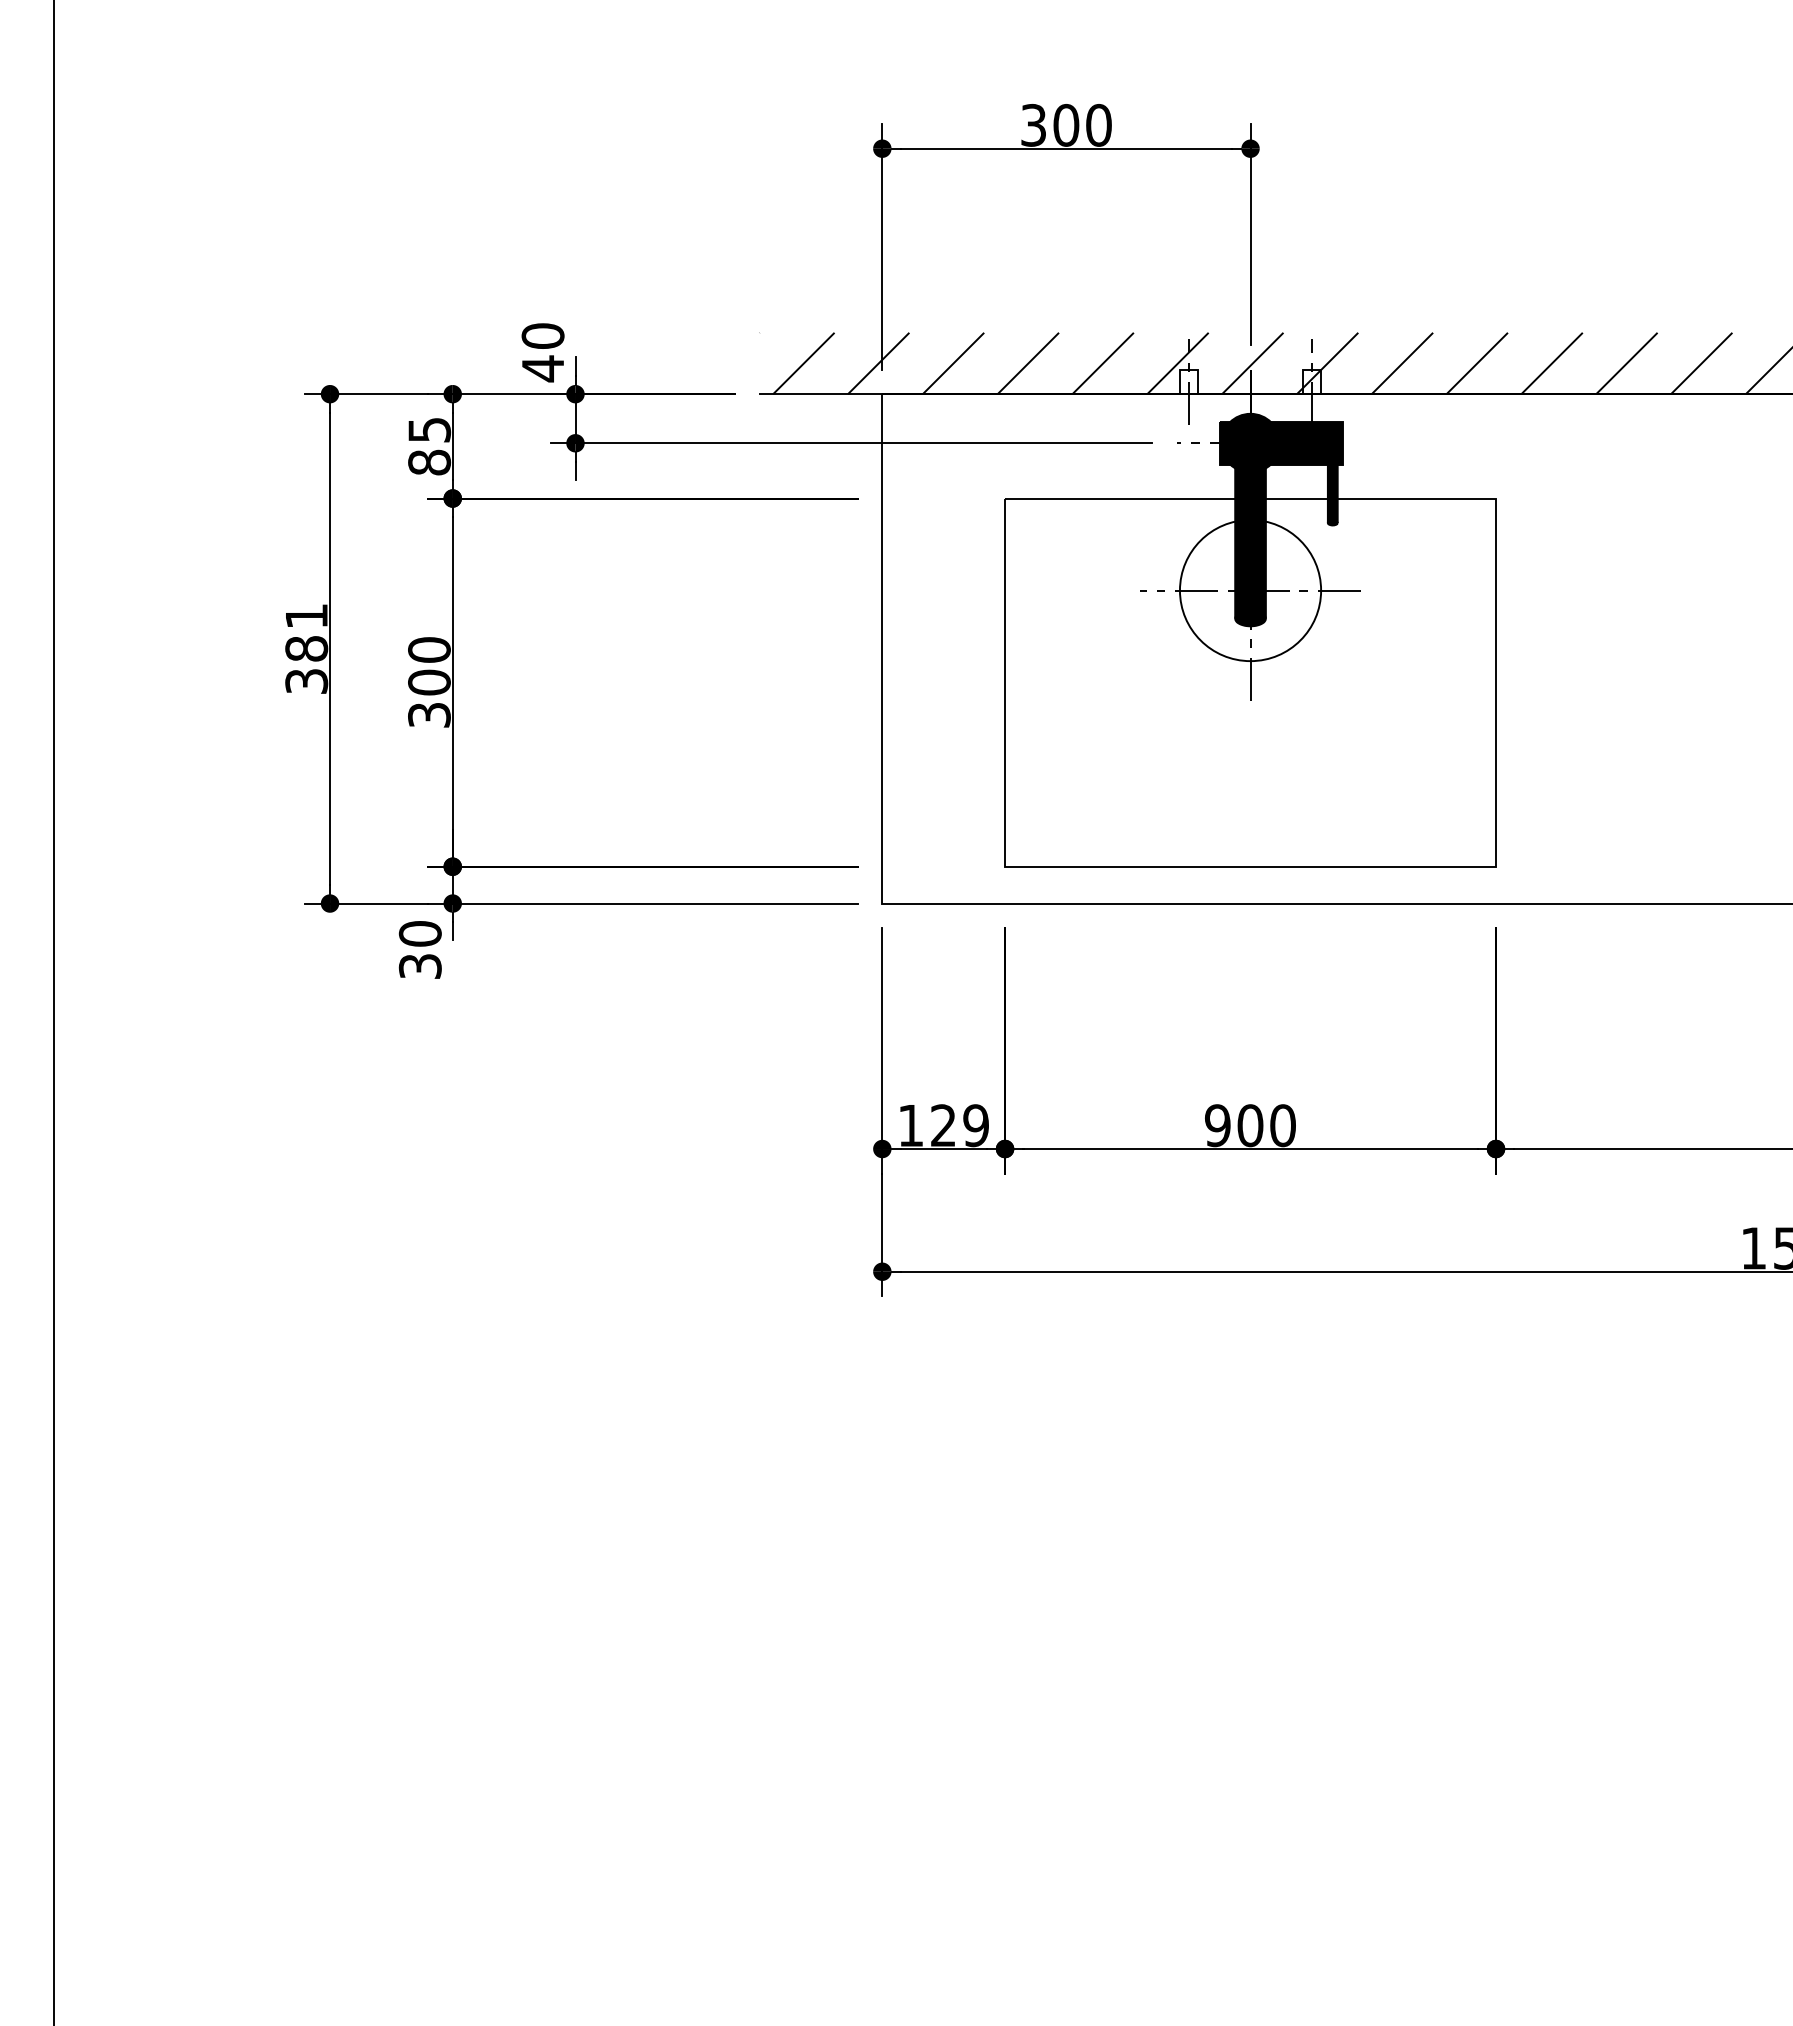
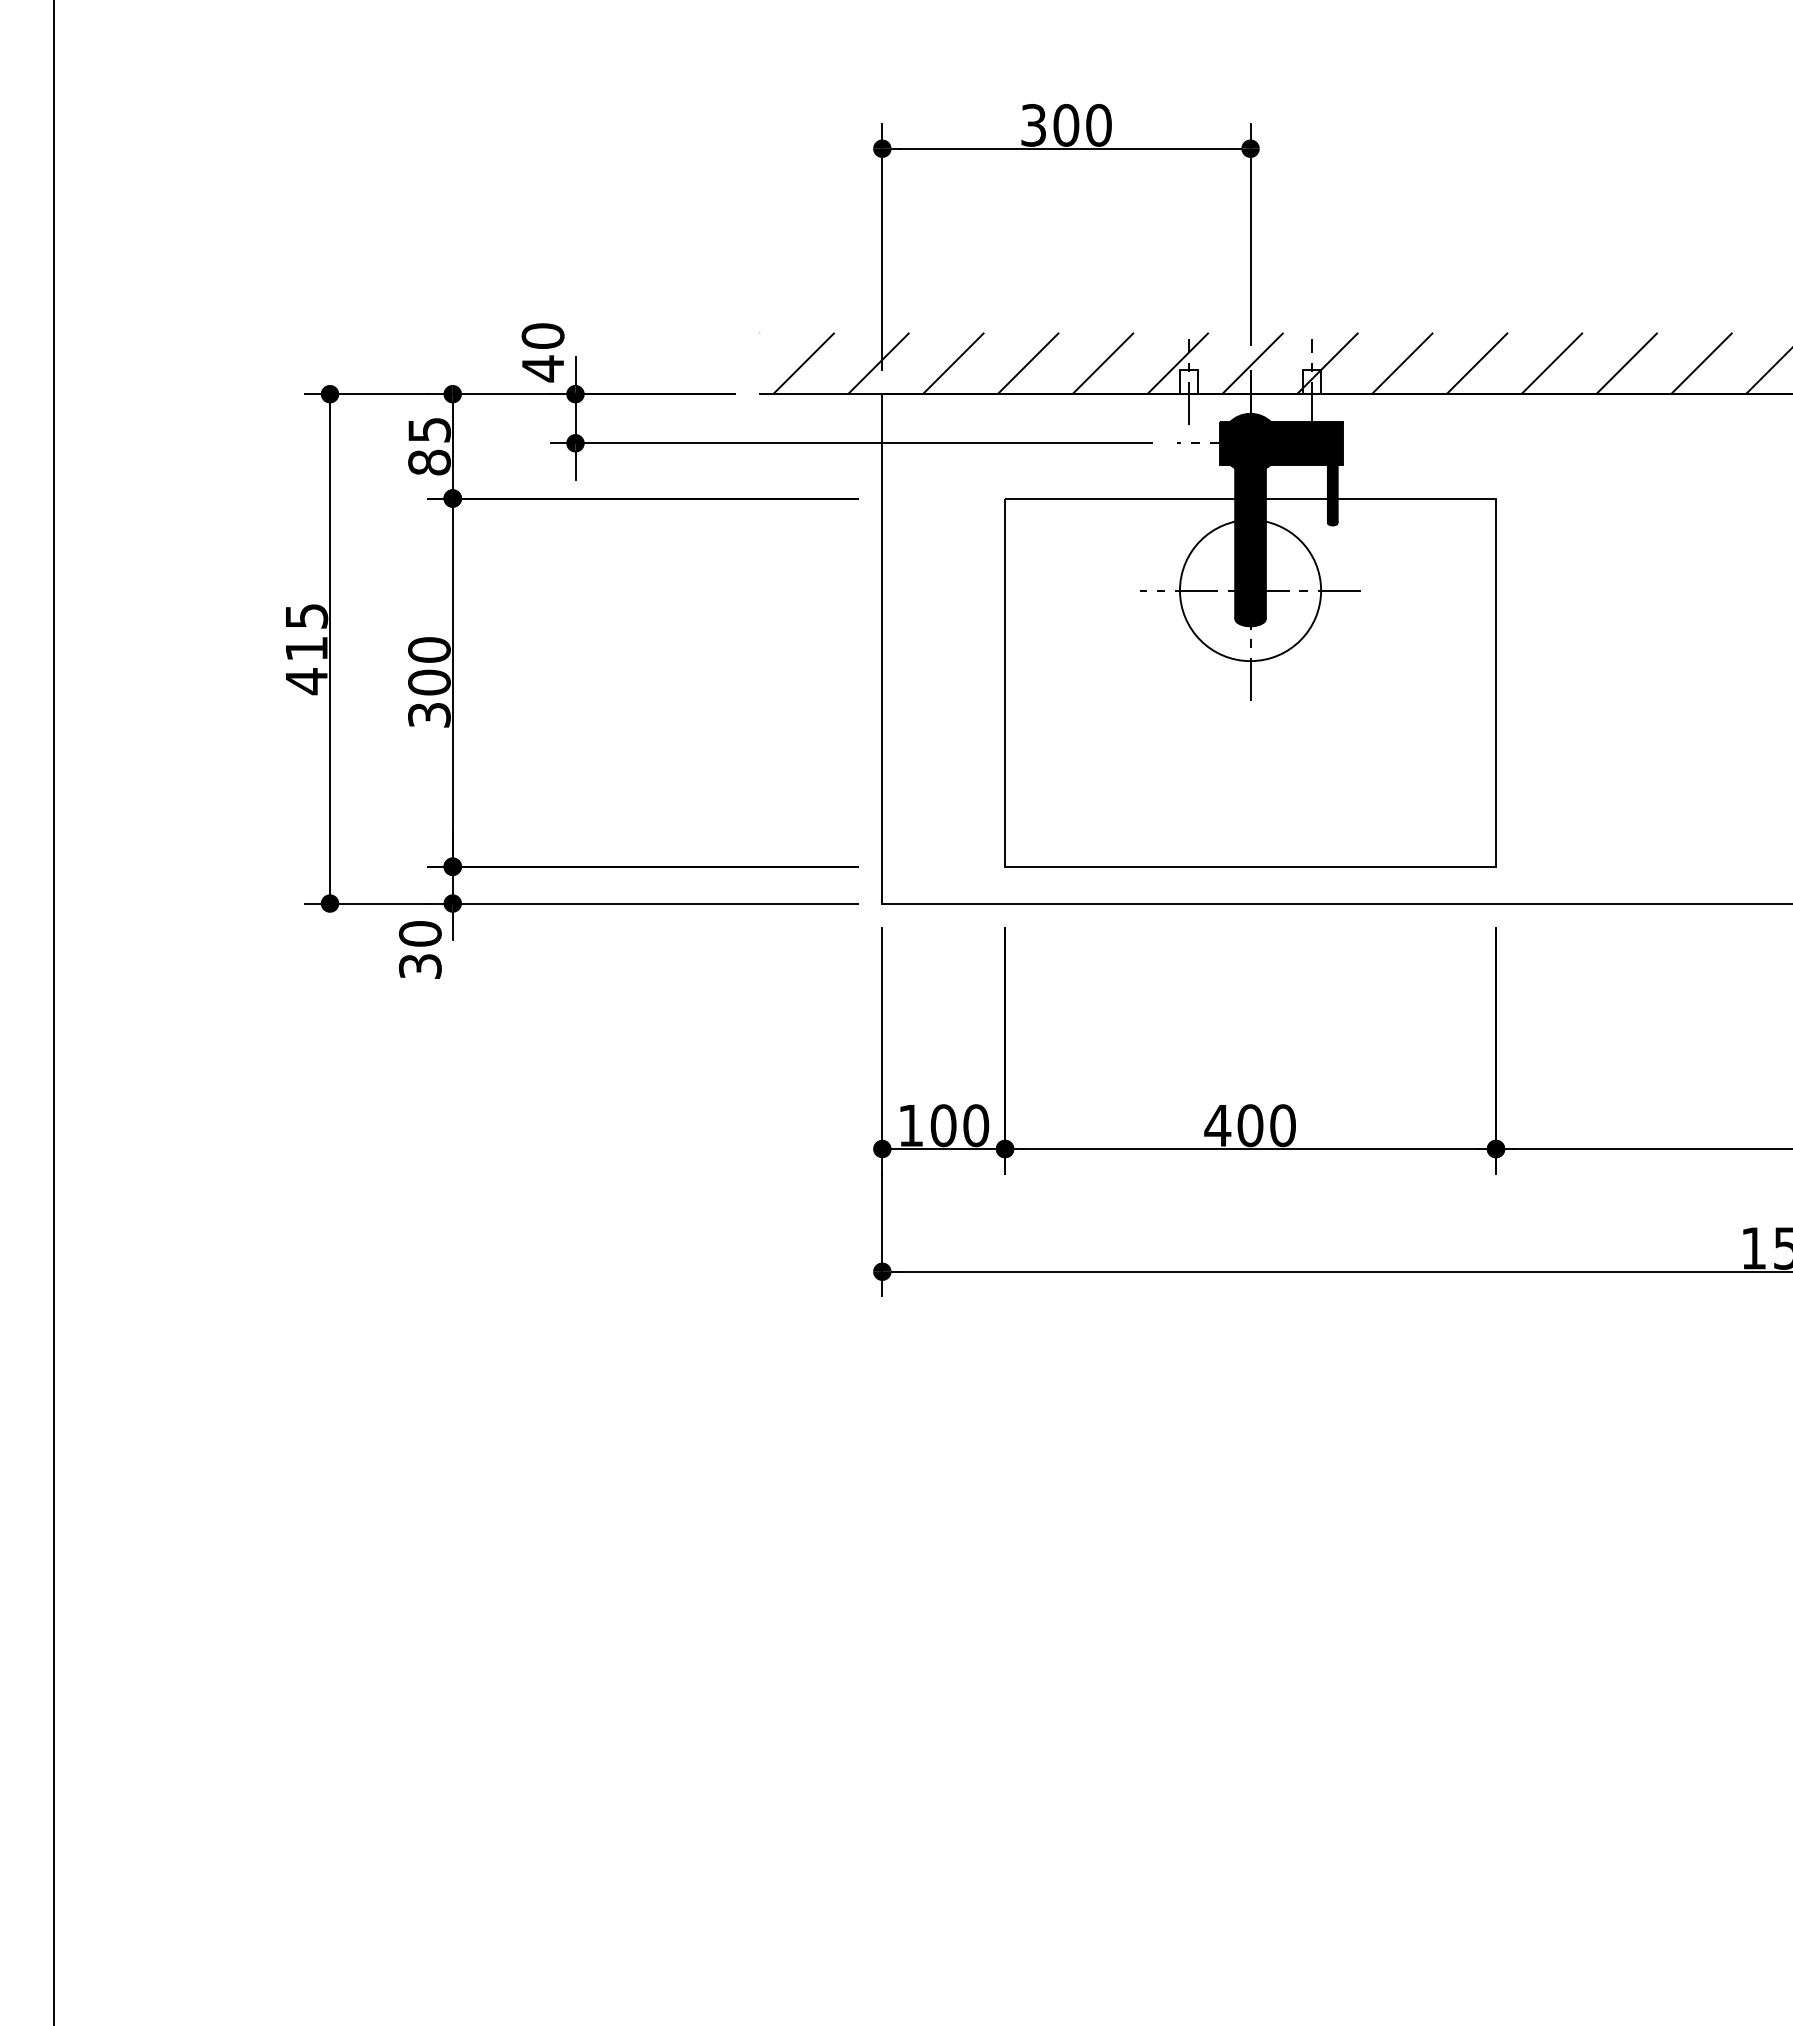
text at (306, 649): 381 -> 415
text at (959, 1125): 129 -> 100
text at (1217, 1125): 900 -> 400
